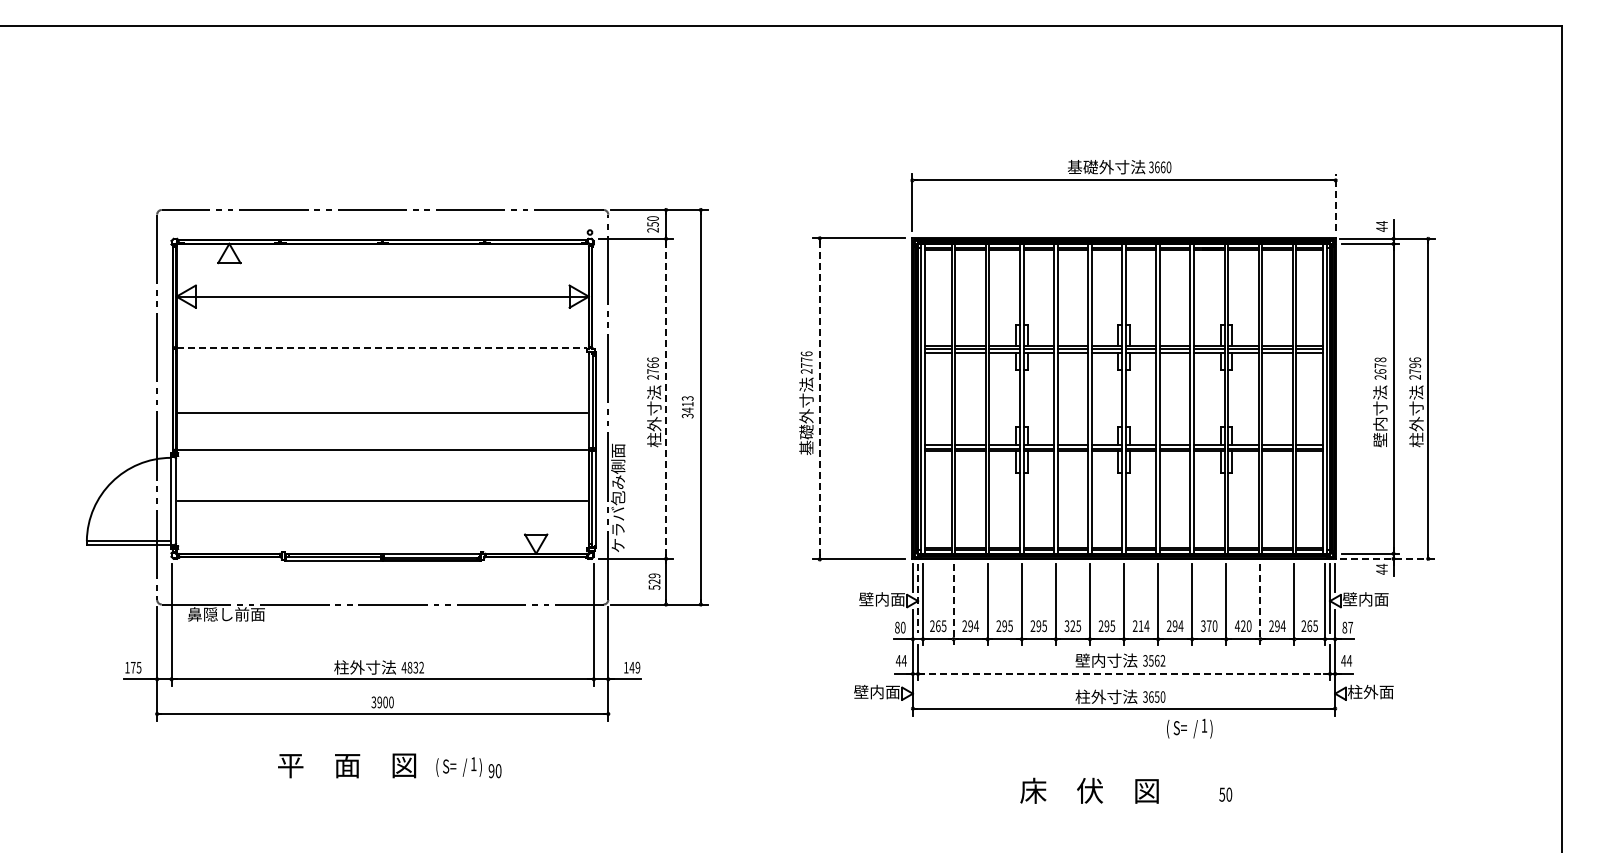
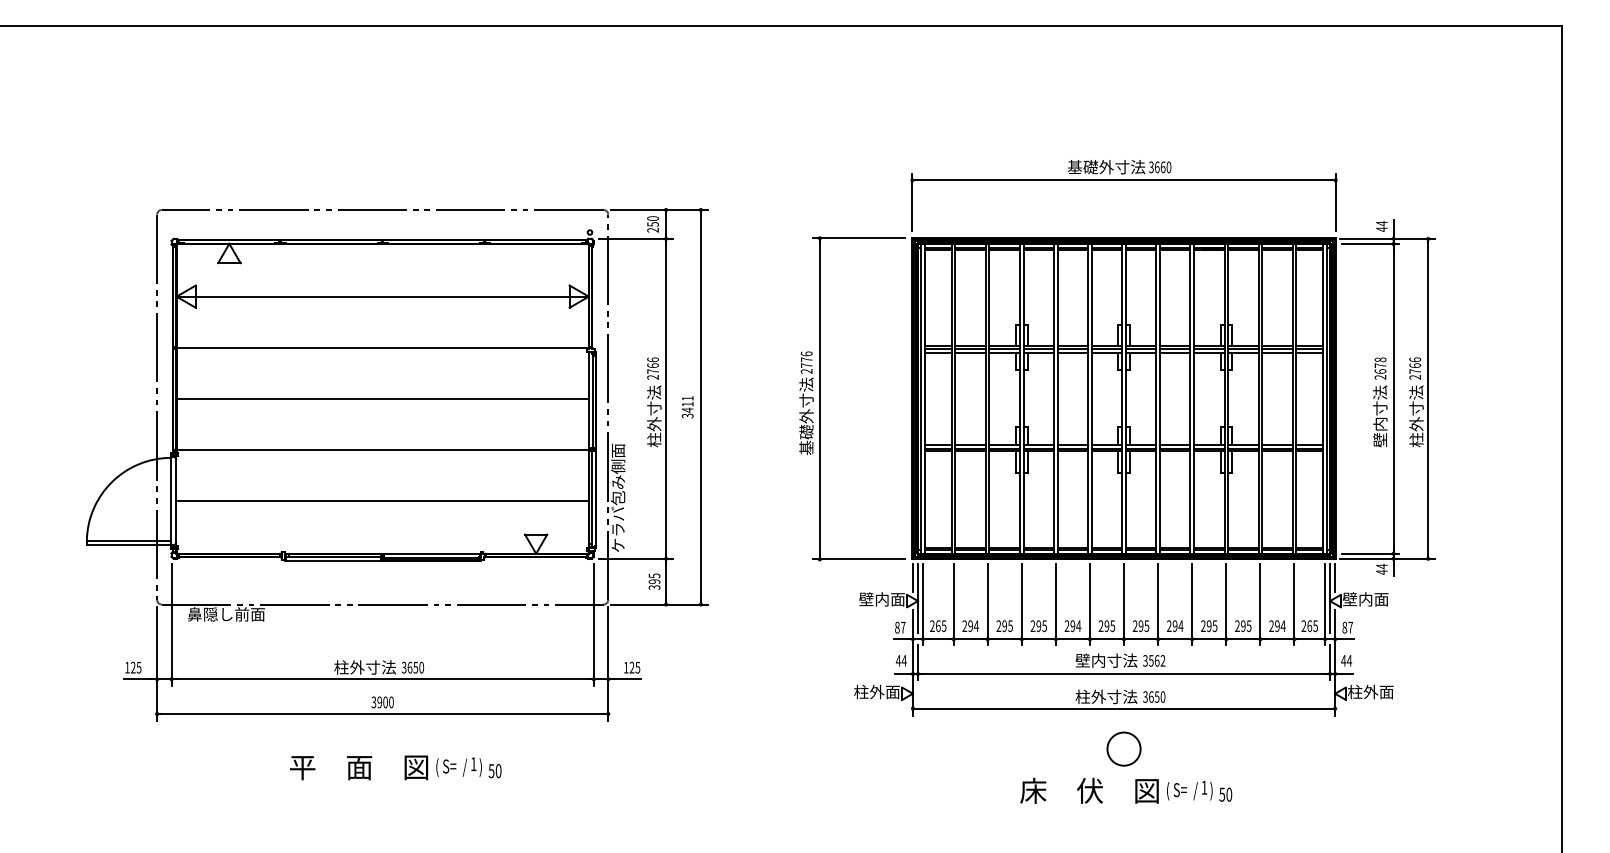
line at (1335, 202): dashed -> solid
line at (382, 347): dashed -> solid
text at (1415, 365): 2796 -> 2766
line at (666, 398): dashed -> solid
text at (687, 398): 3413 -> 3411
line at (819, 398): dashed -> solid
line at (381, 412) position: (381, 412) -> (381, 398)
line at (1387, 558): dashed -> solid
text at (654, 581): 529 -> 395
line at (918, 598): dashed -> solid
line at (953, 604): dashed -> solid
line at (1260, 604): dashed -> solid
text at (1072, 626): 325 -> 294
text at (1143, 626): 214 -> 295
text at (1209, 626): 370 -> 295
text at (1242, 626): 420 -> 295
text at (902, 627): 80 -> 87
text at (133, 667): 175 -> 125
text at (412, 667): 4832 -> 3650
text at (634, 667): 149 -> 125
line at (1122, 673): dashed -> solid
text at (869, 691): 壁内面 -> 柱外面
text at (1189, 728) position: (1189, 728) -> (1189, 790)
circle at (1123, 748): none -> present
text at (347, 765) position: (347, 765) -> (359, 767)
text at (491, 770): 90 -> 50
